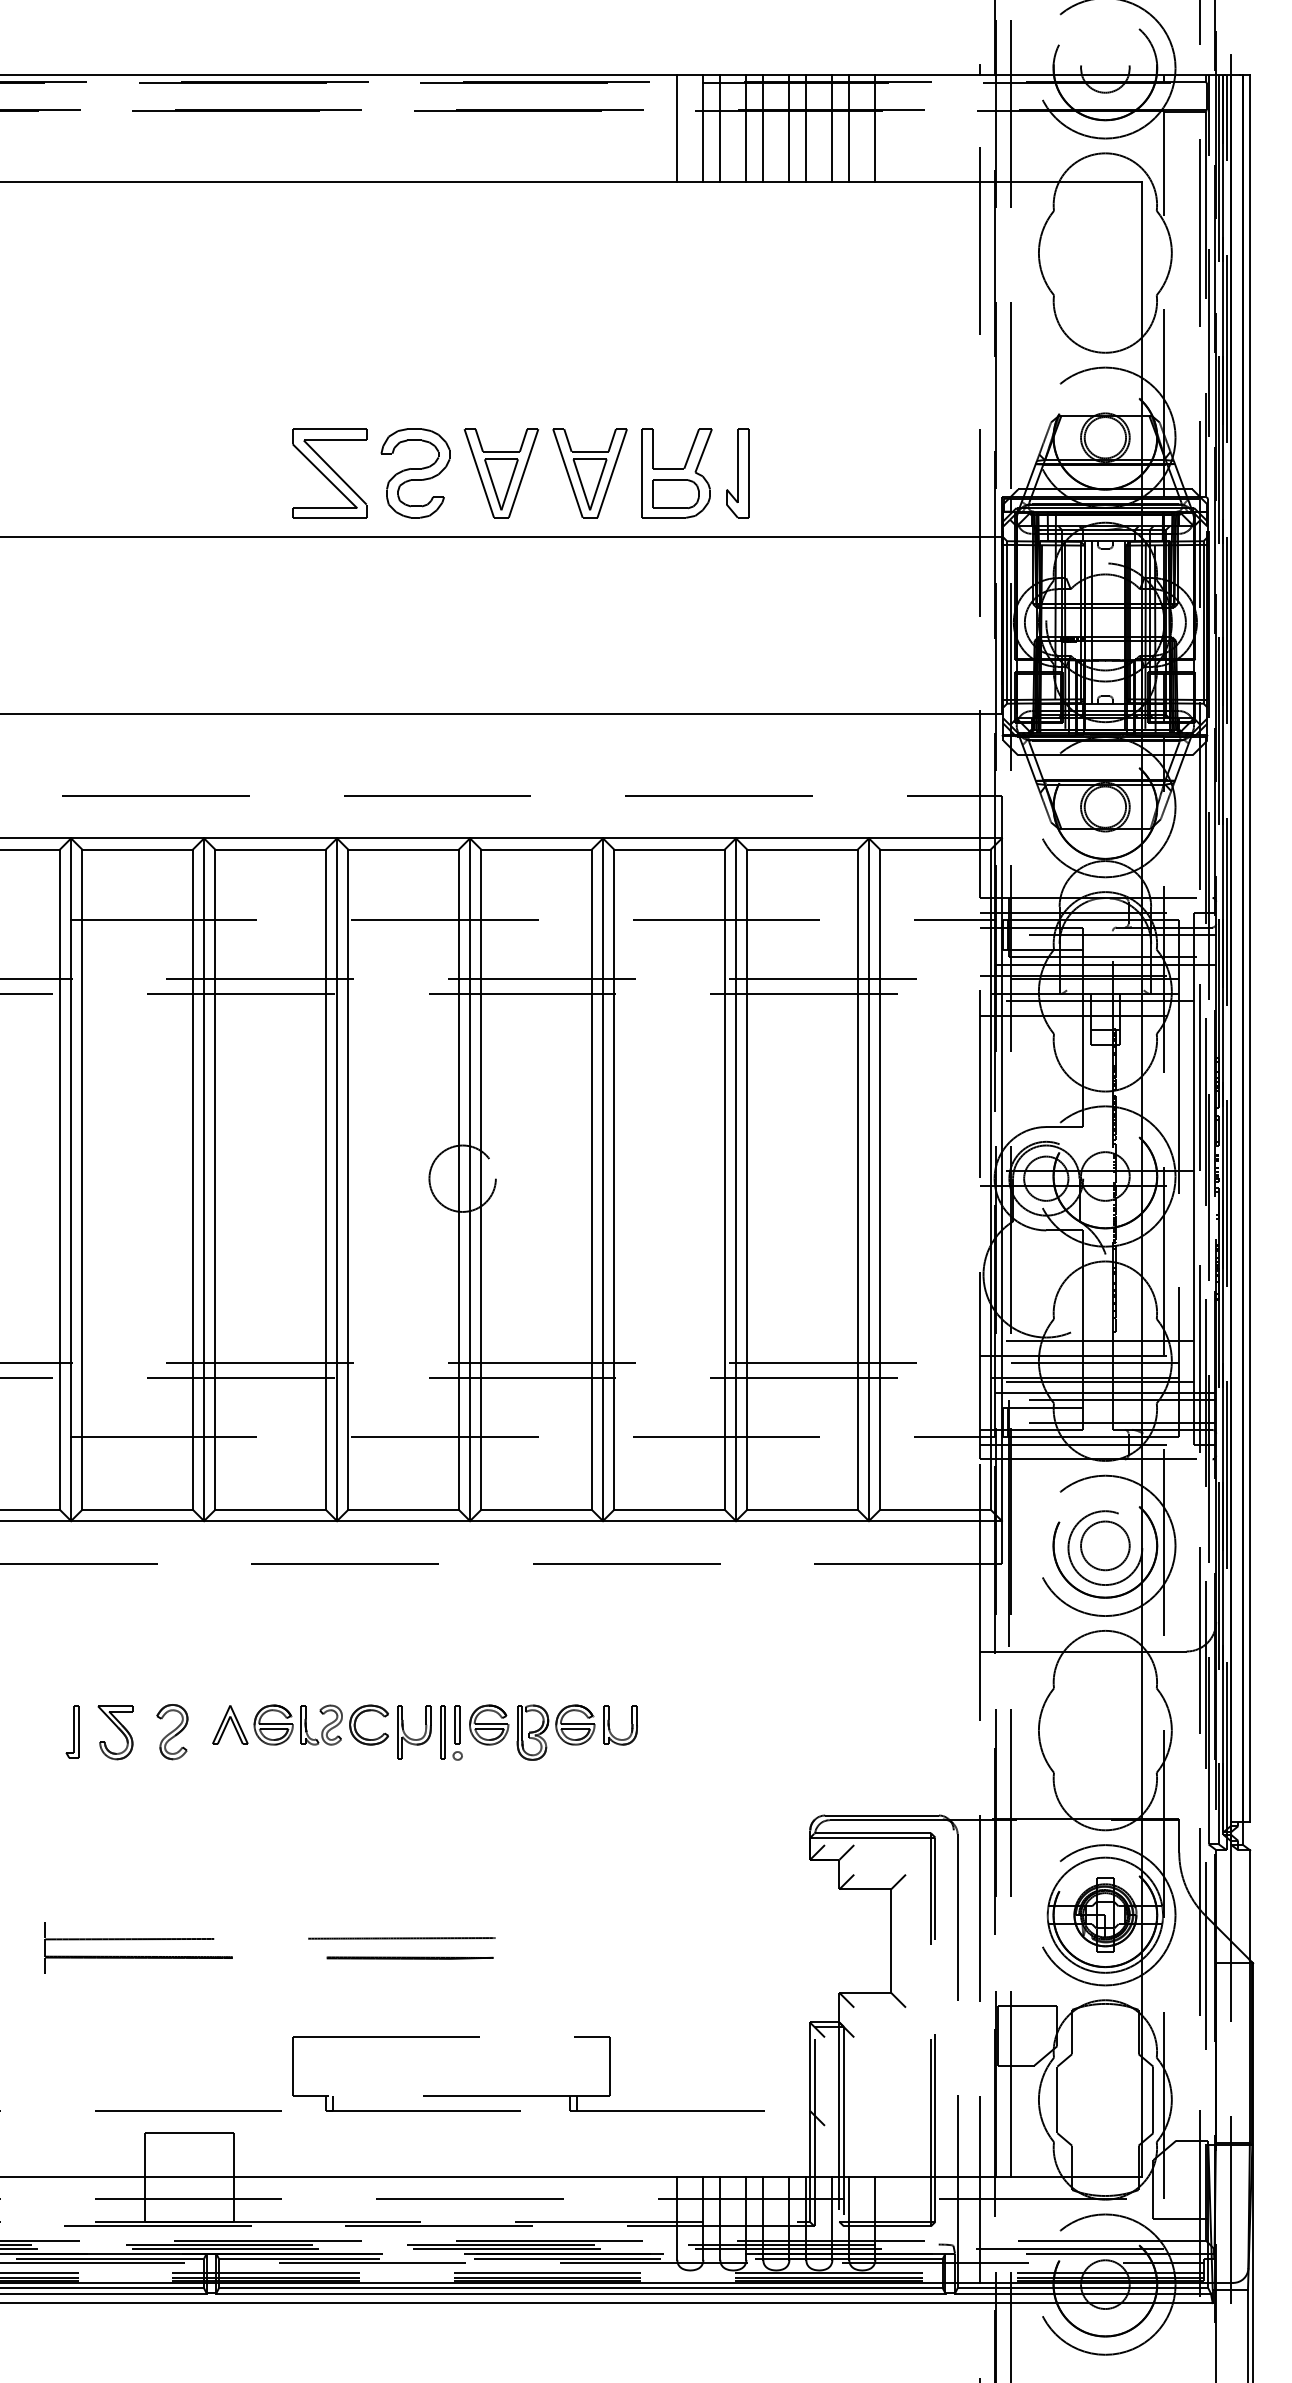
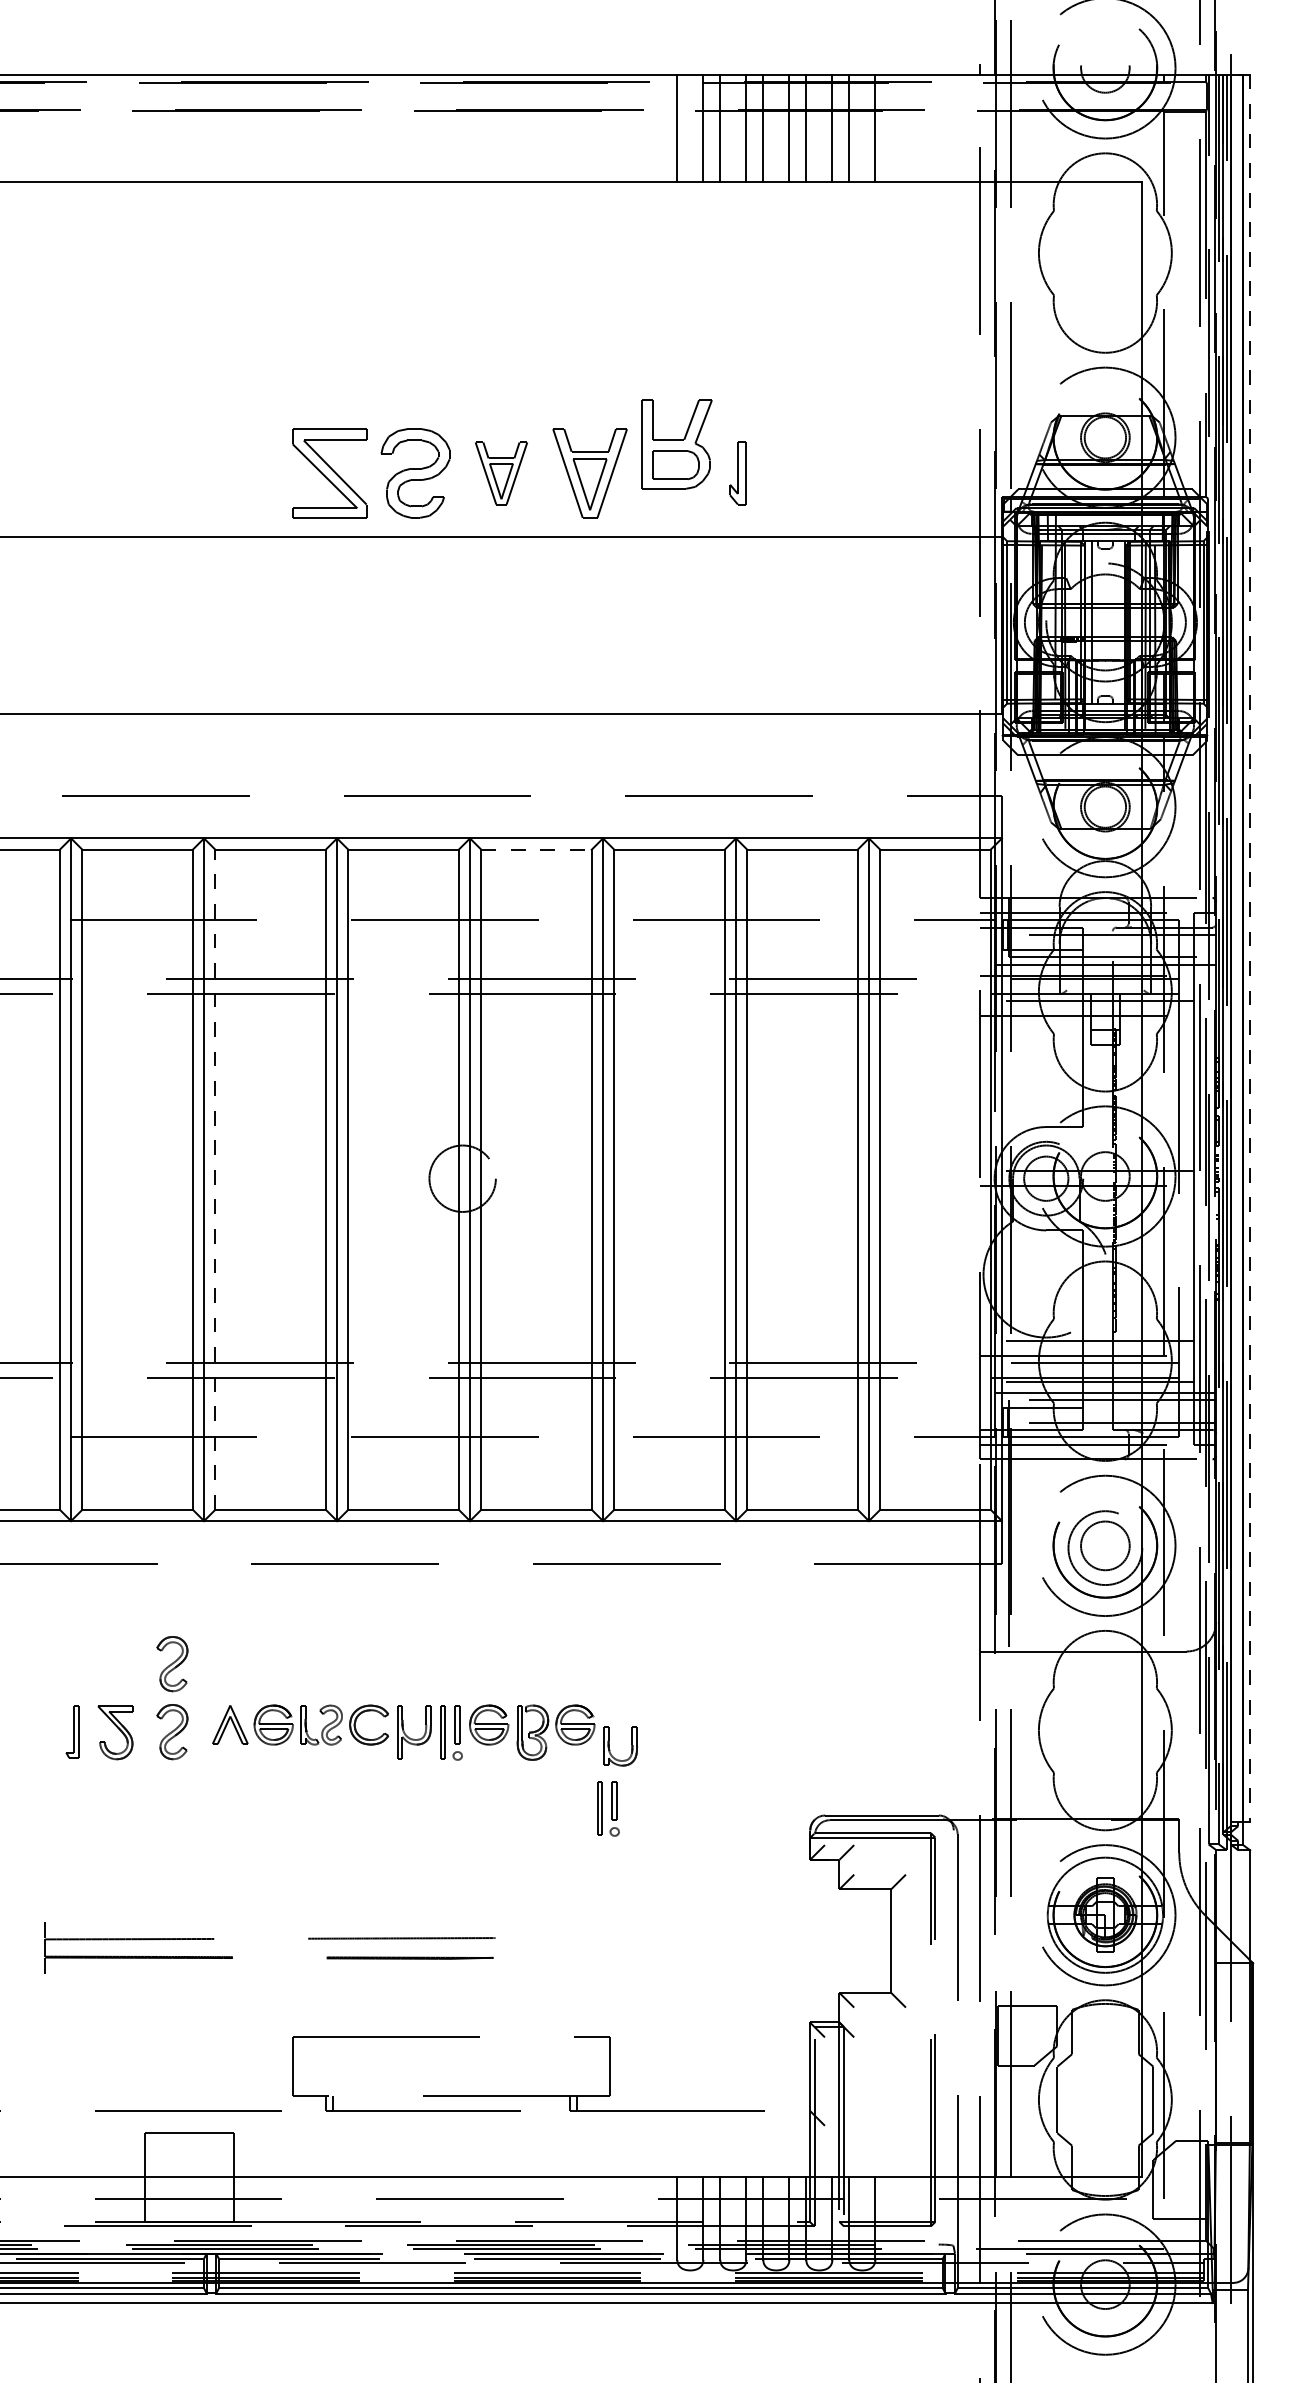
part at (501, 473) size: 77x91 px -> 53x65 px
part at (676, 473) position: (676, 473) -> (676, 444)
part at (737, 473) size: 24x91 px -> 18x65 px
line at (537, 849): solid -> dashed
line at (1250, 948): solid -> dashed
line at (215, 1179): solid -> dashed
part at (172, 1664): none -> present
part at (610, 1728) position: (610, 1728) -> (610, 1749)
part at (608, 1808): none -> present
